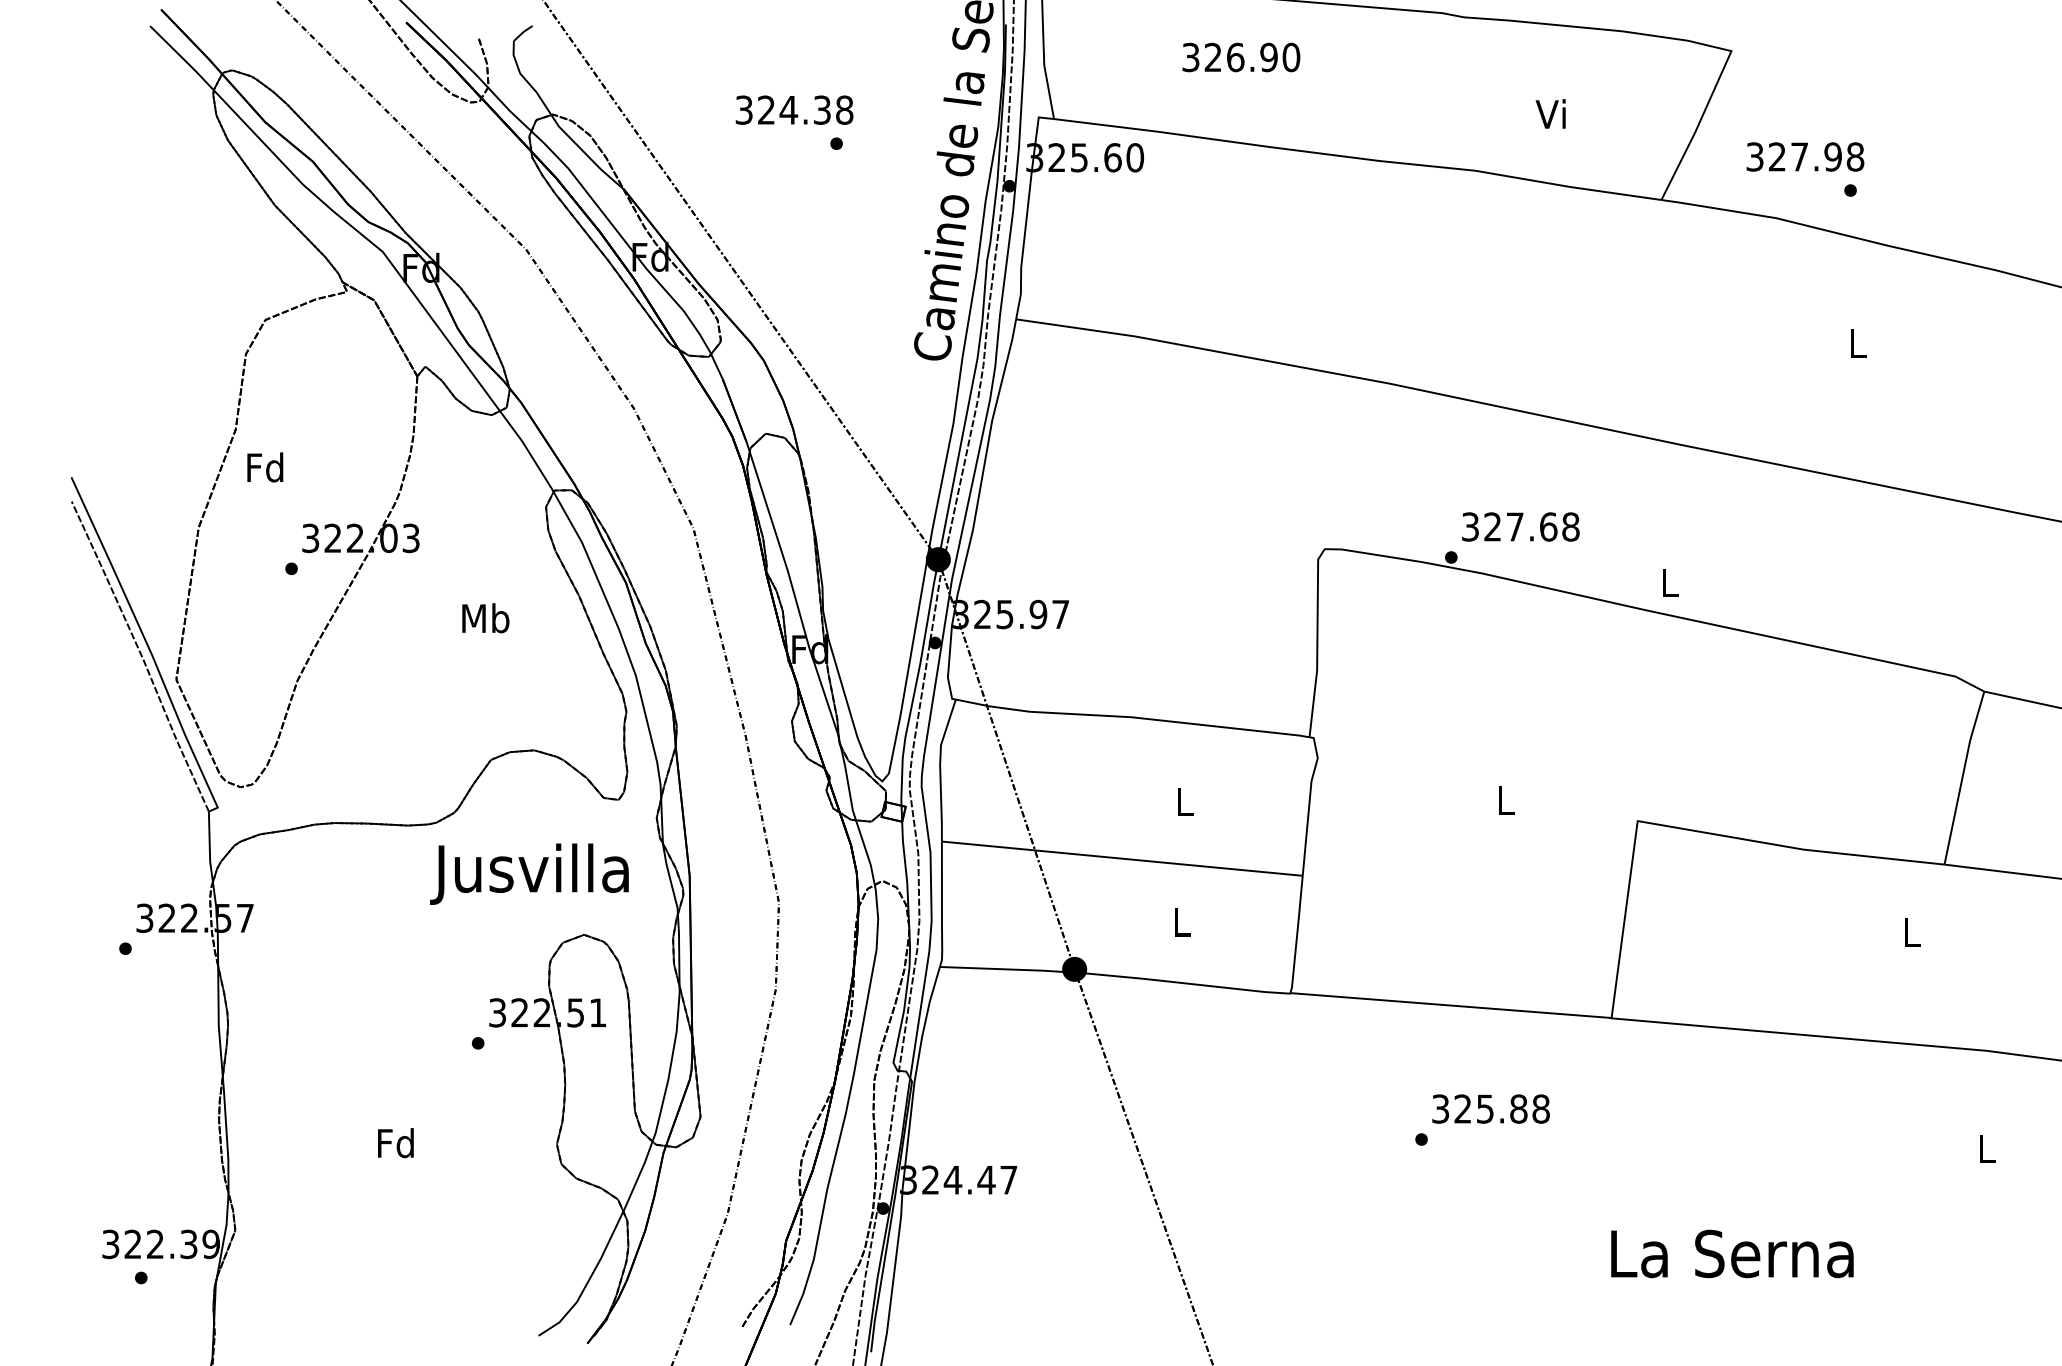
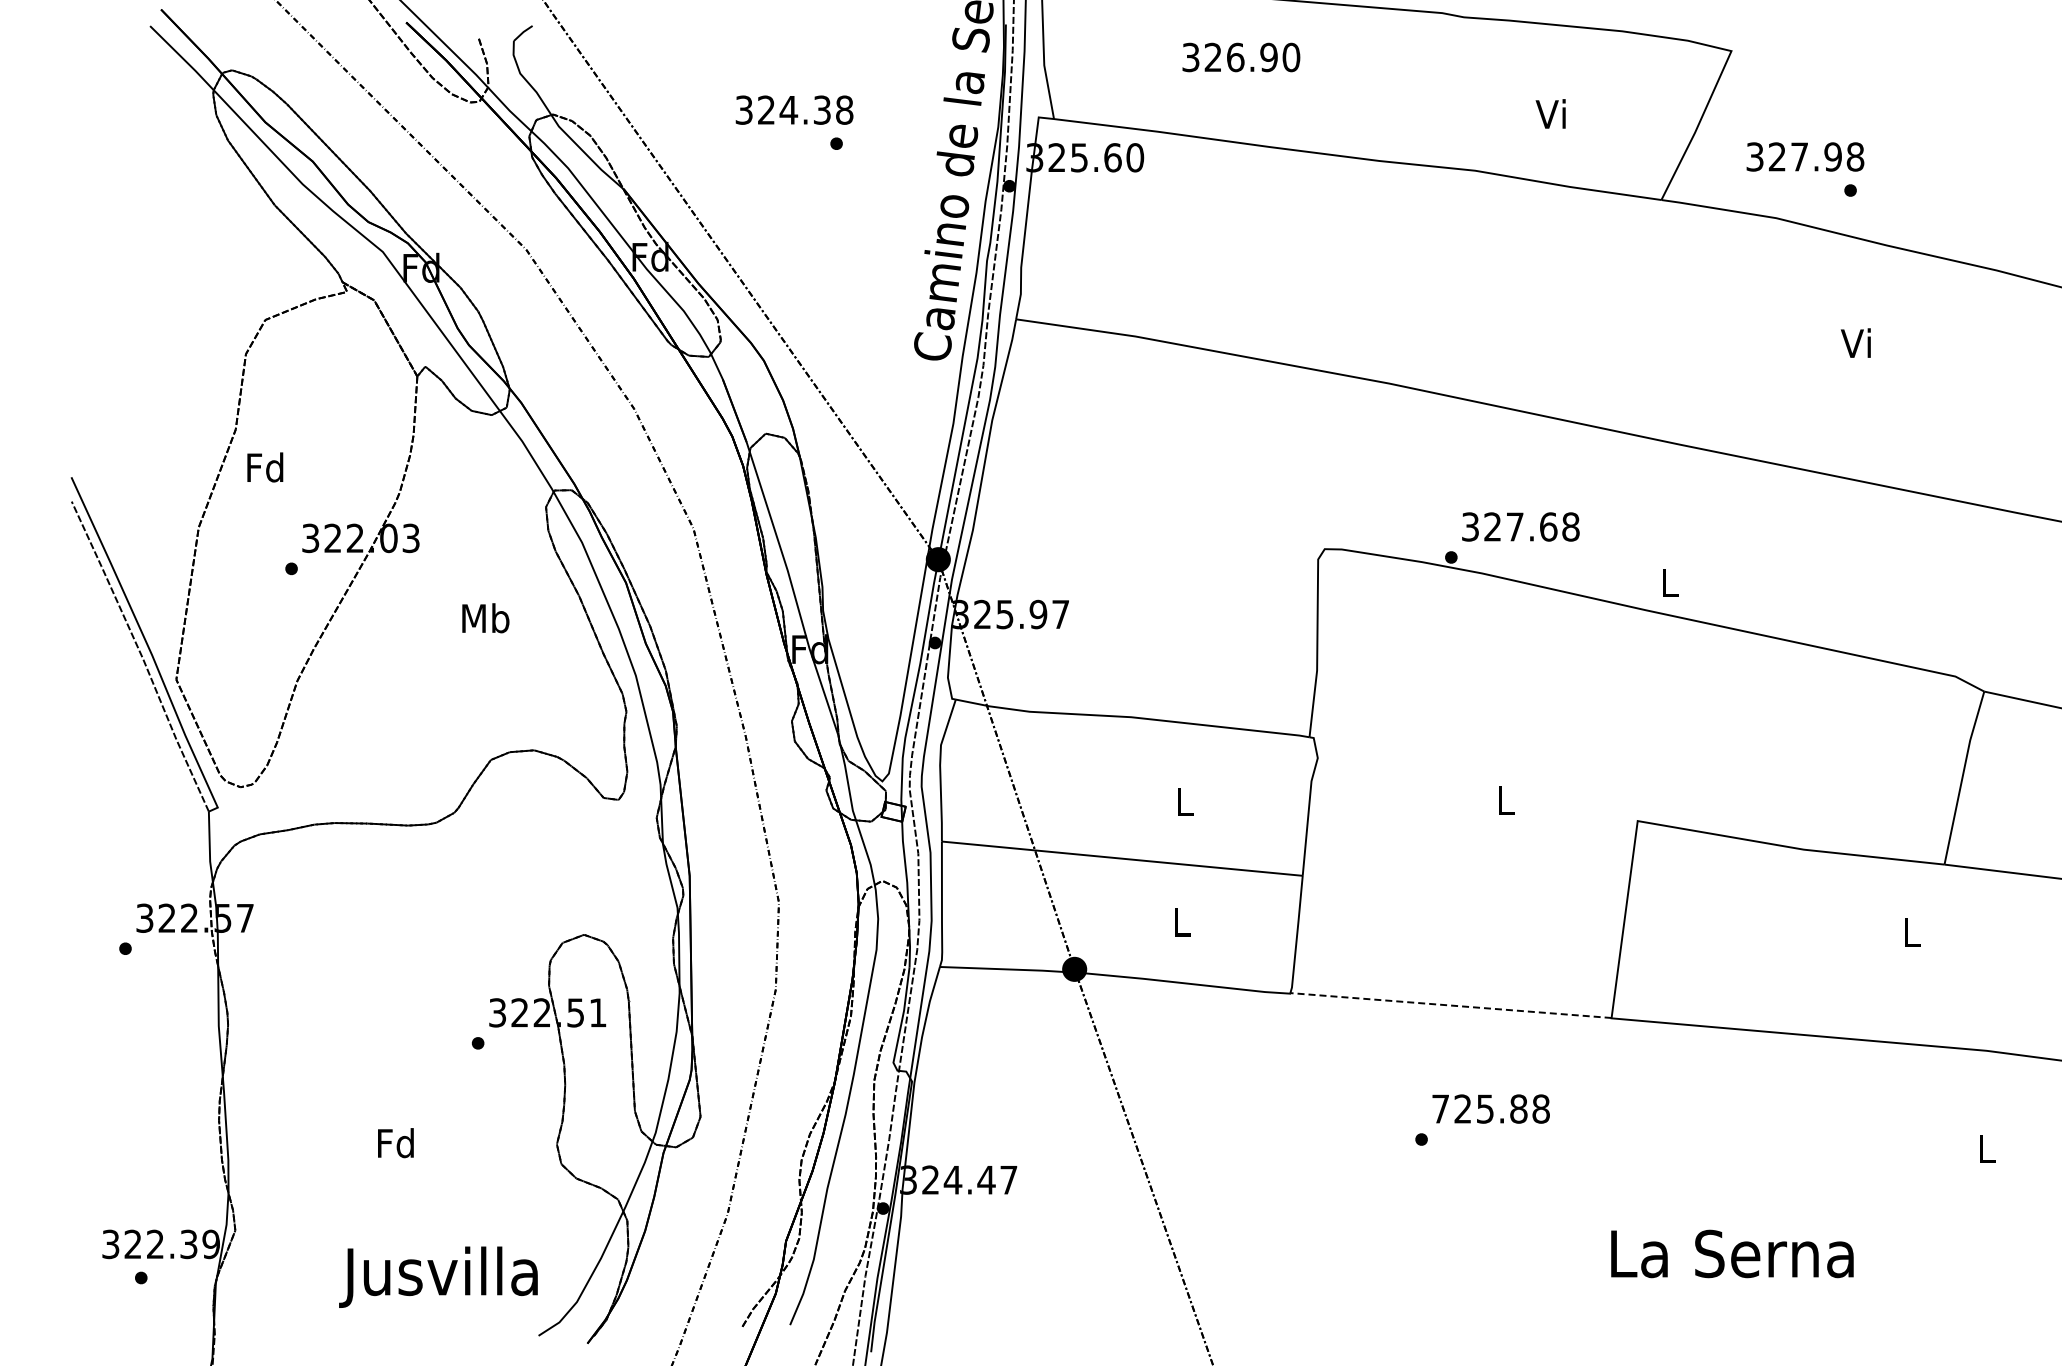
text at (1855, 342): L -> Vi
text at (529, 873) position: (529, 873) -> (438, 1276)
line at (1450, 1005): solid -> dashed
text at (1440, 1108): 325.88 -> 725.88
